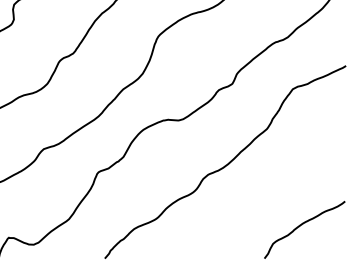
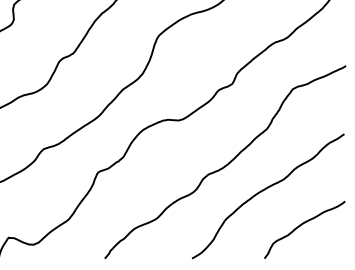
curve at (265, 190): none -> present
